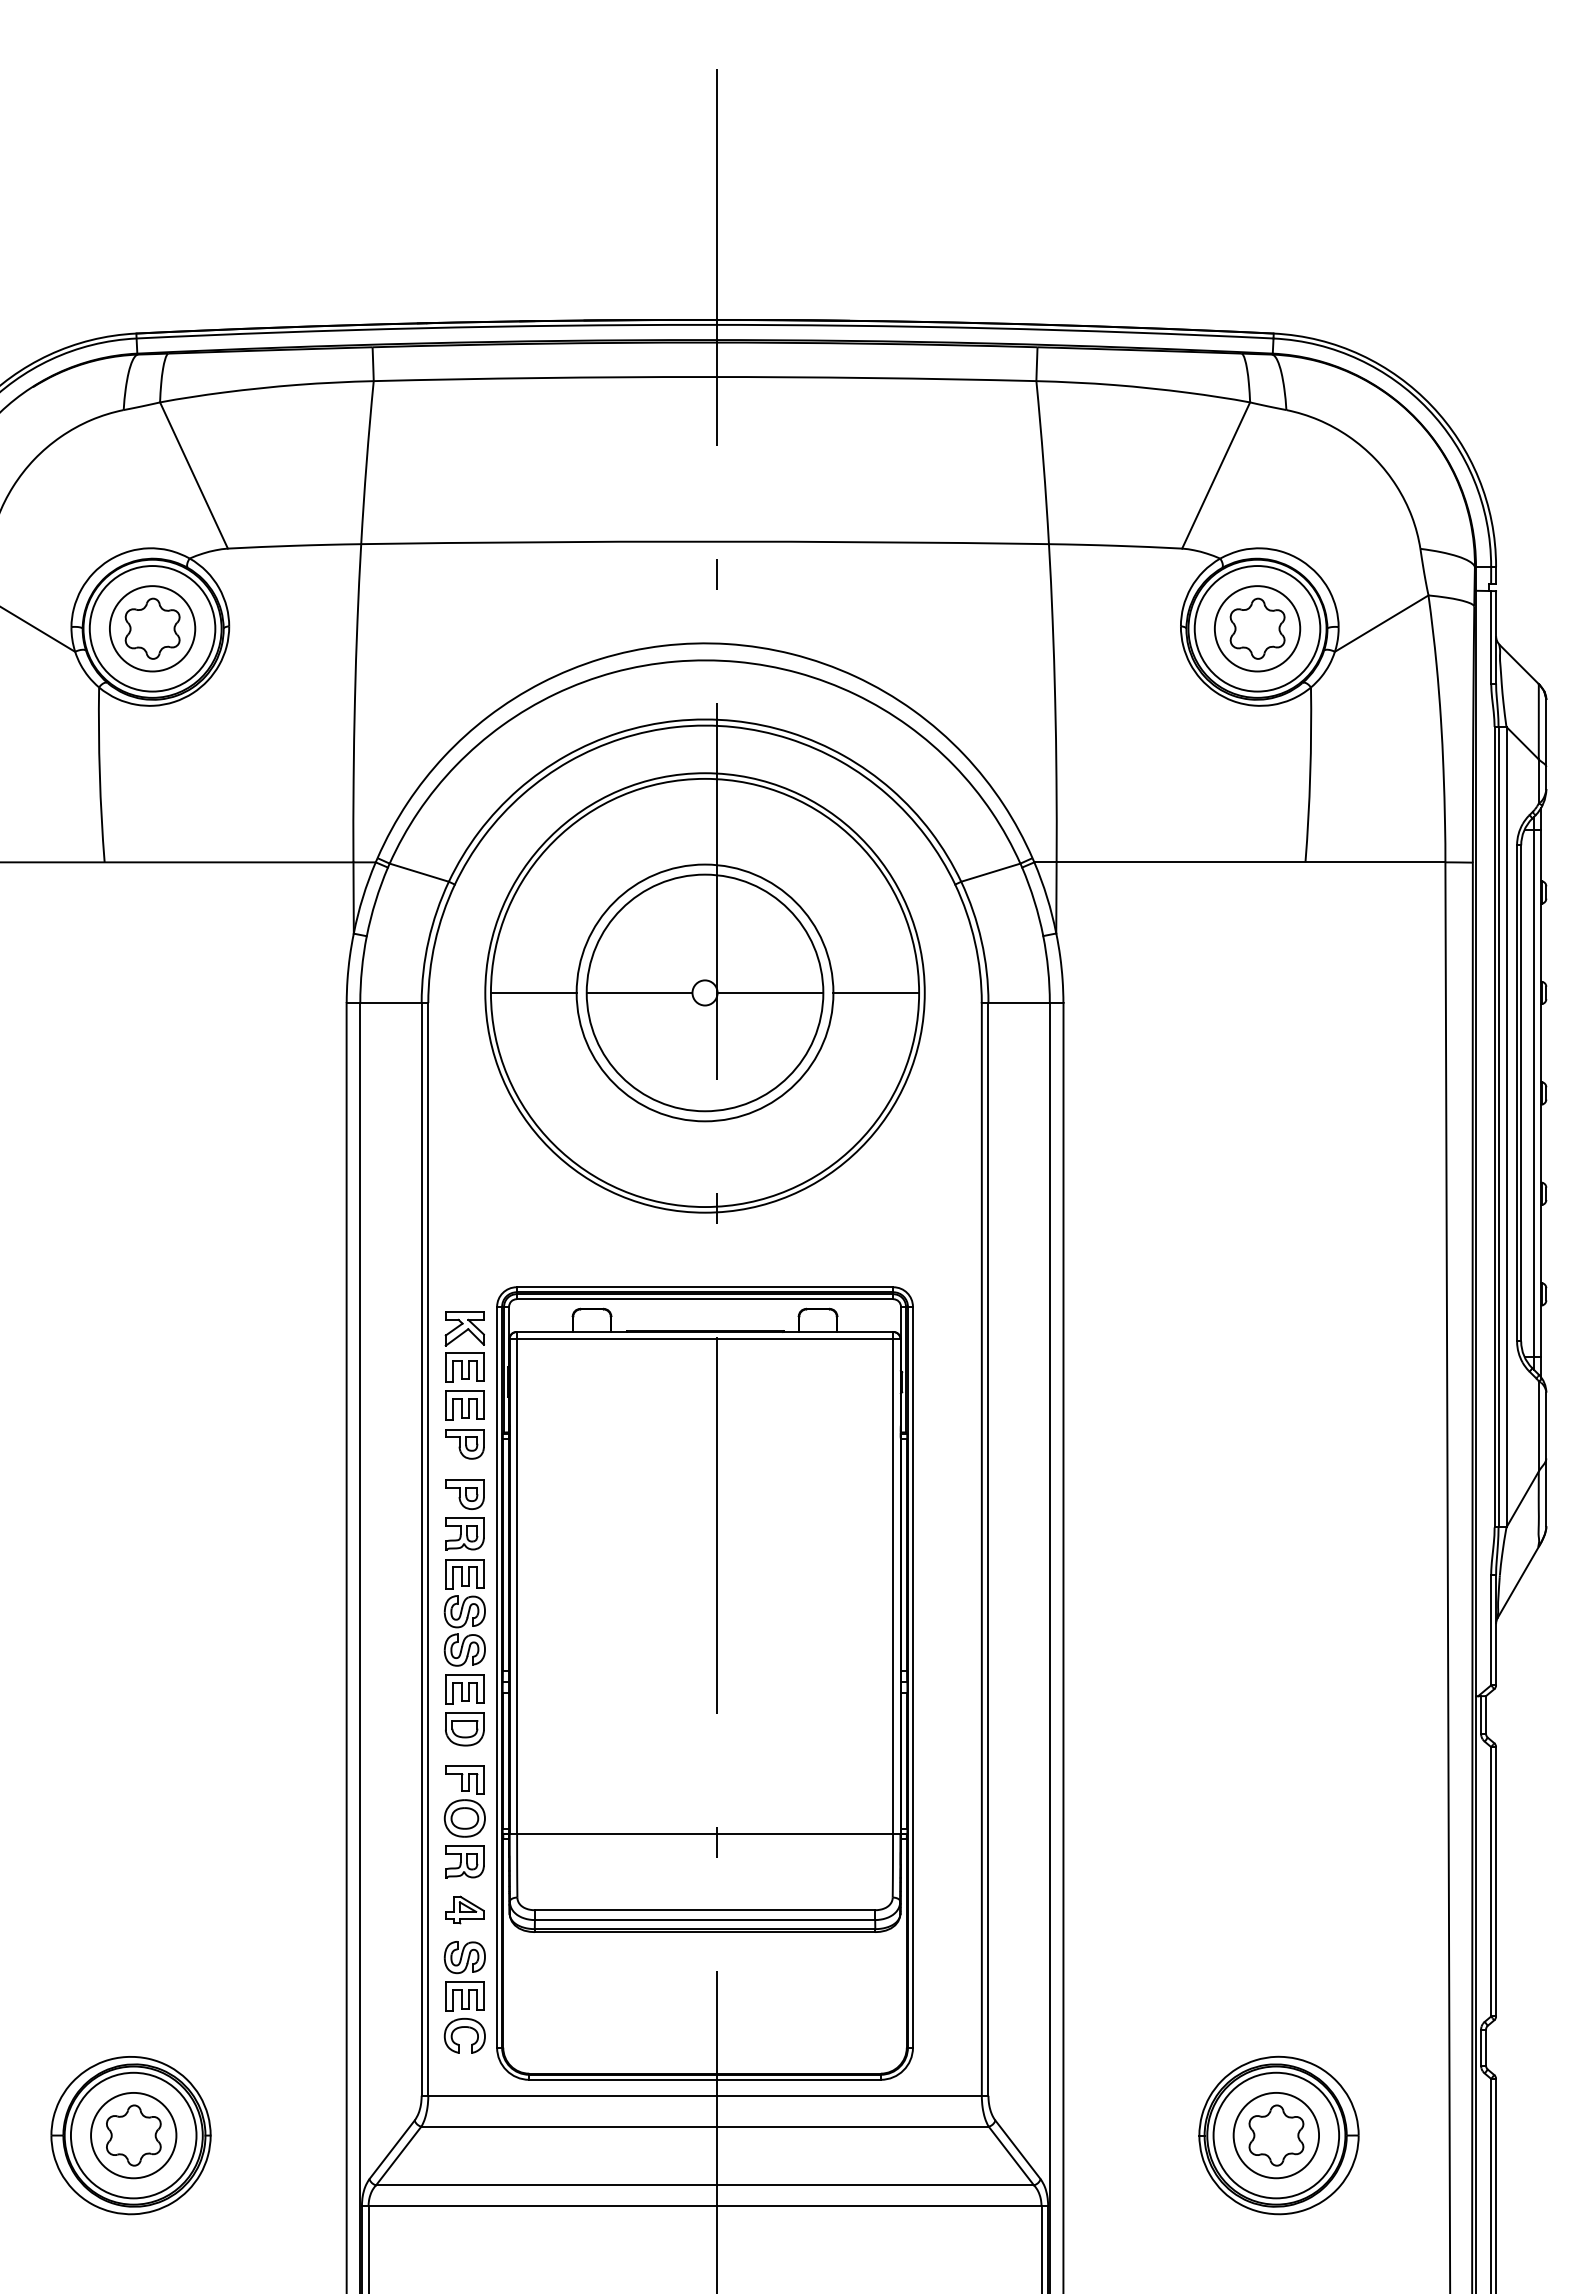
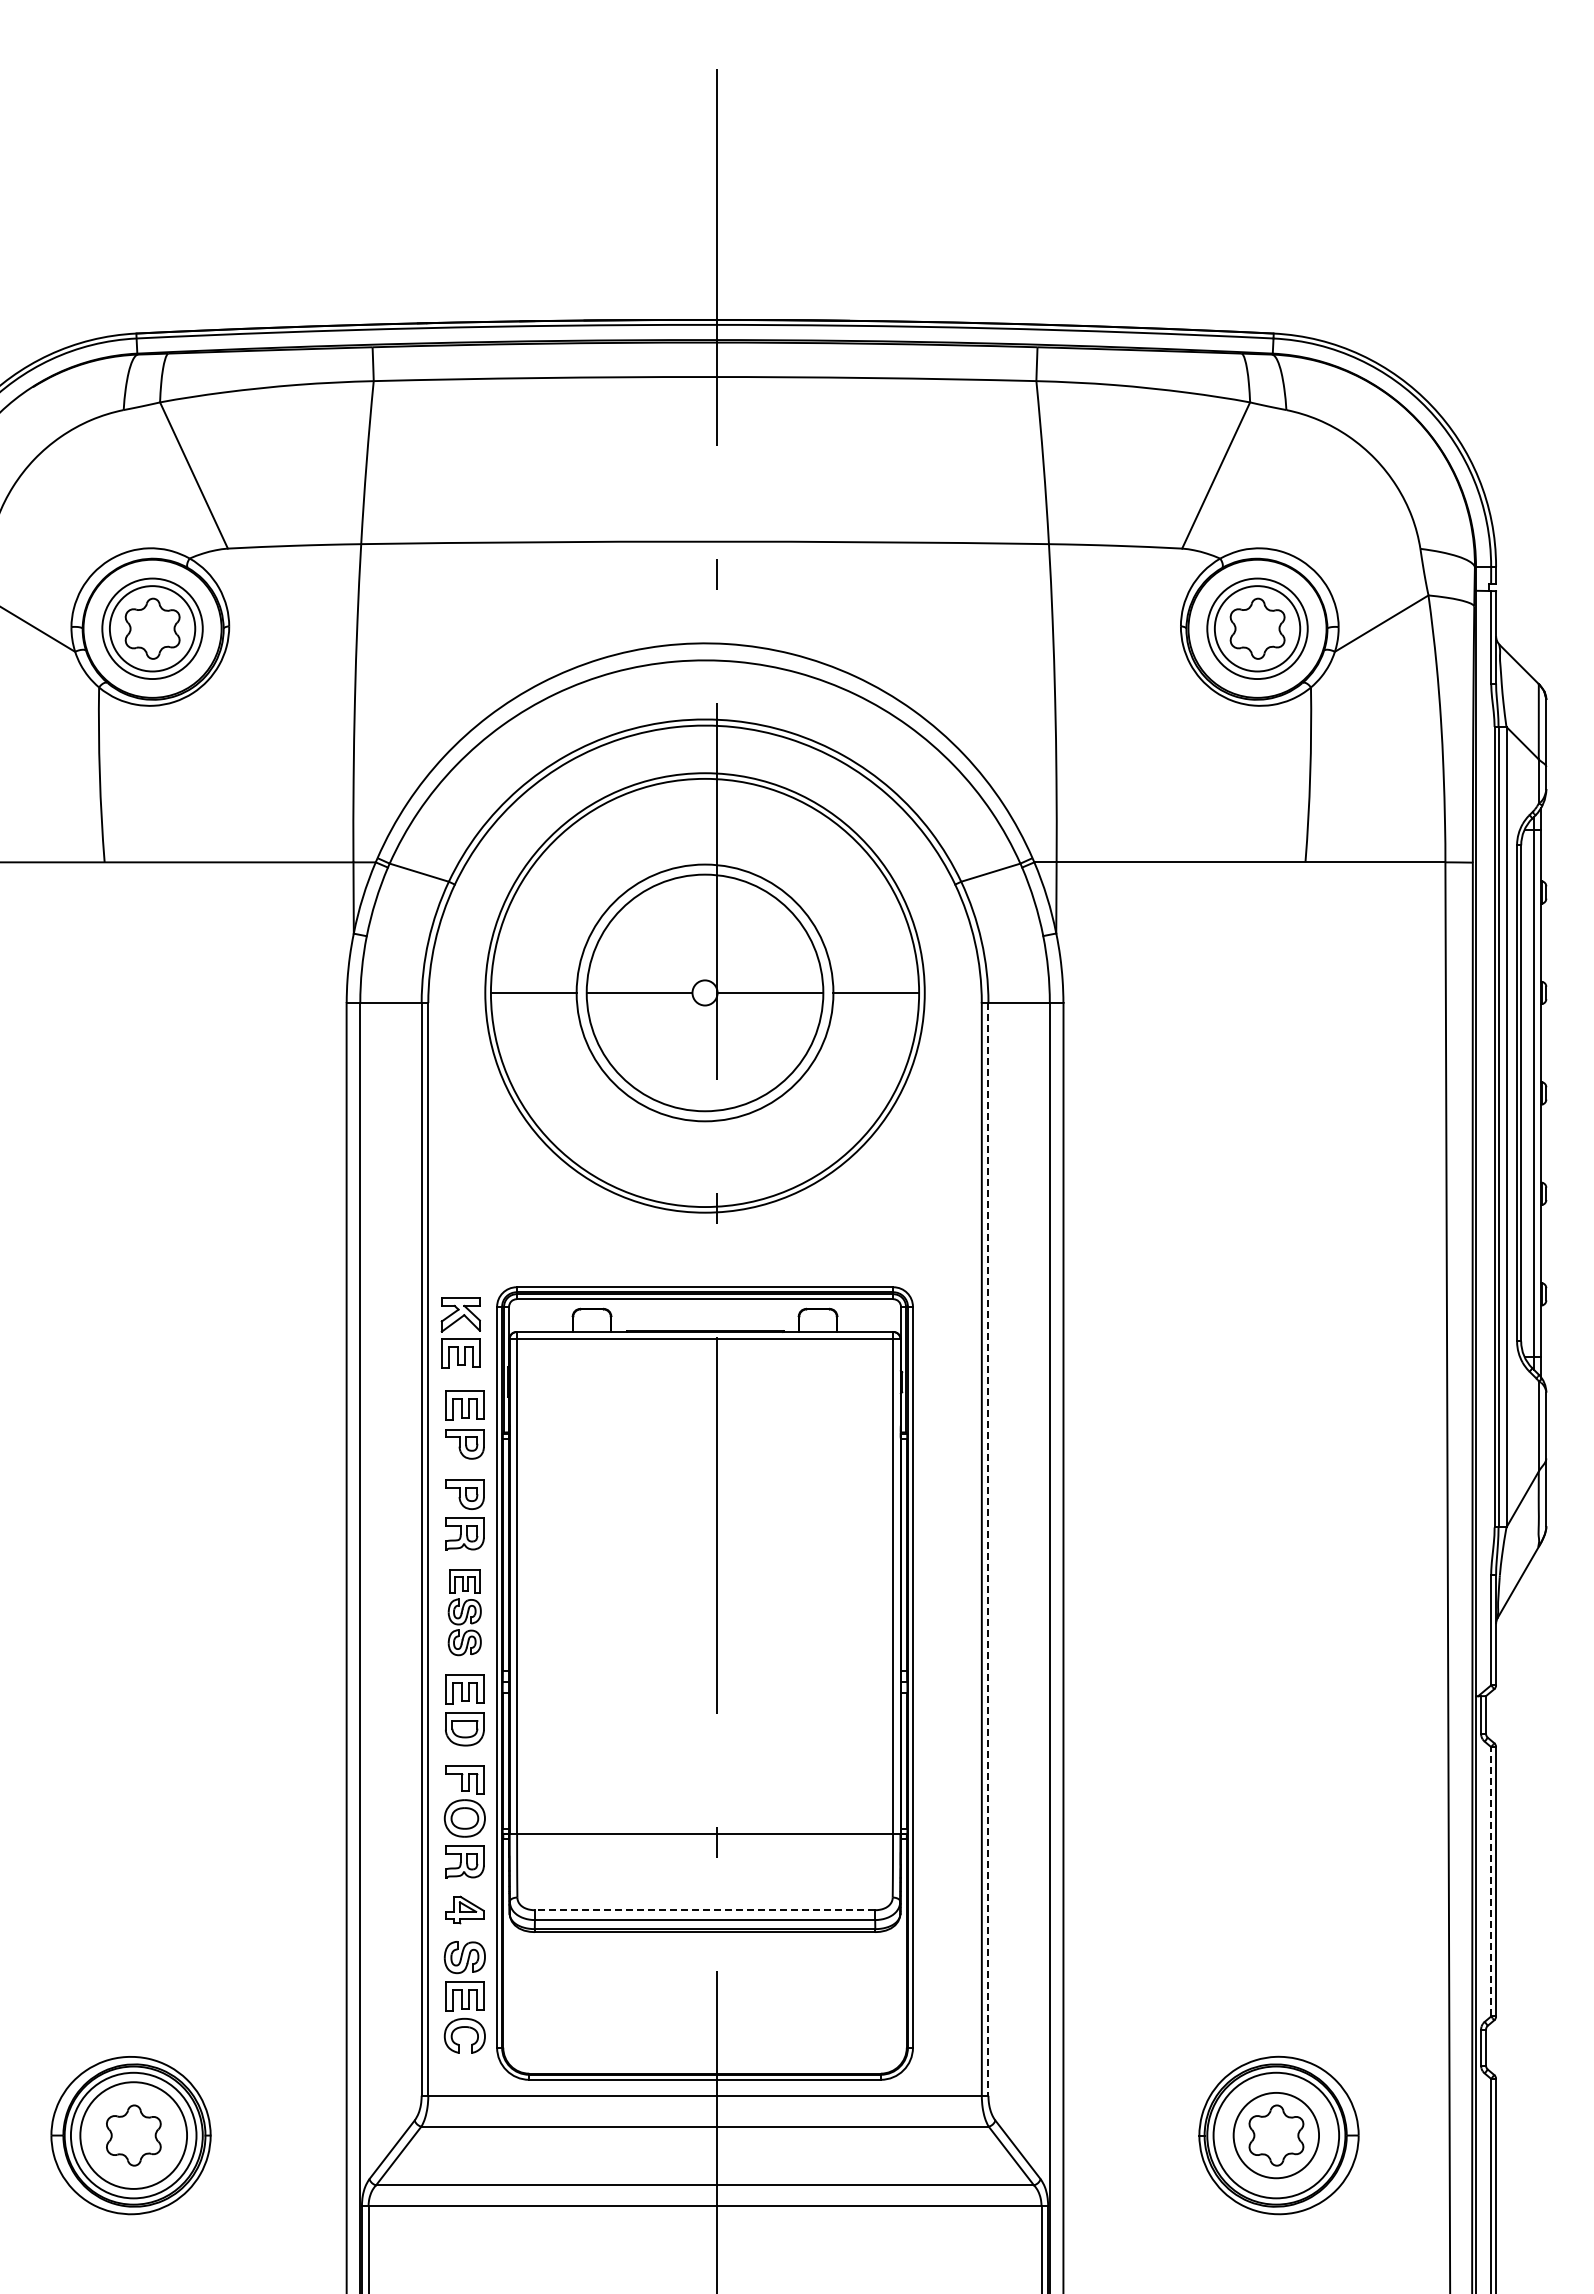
circle at (152, 628) diameter: 126 px -> 100 px
circle at (1257, 628) diameter: 126 px -> 100 px
part at (464, 1346) position: (464, 1346) -> (460, 1332)
line at (988, 1549): solid -> dashed
part at (464, 1612) size: 43x108 px -> 35x88 px
line at (1491, 1881): solid -> dashed
line at (704, 1910): solid -> dashed
circle at (133, 2135) diameter: 85 px -> 107 px
